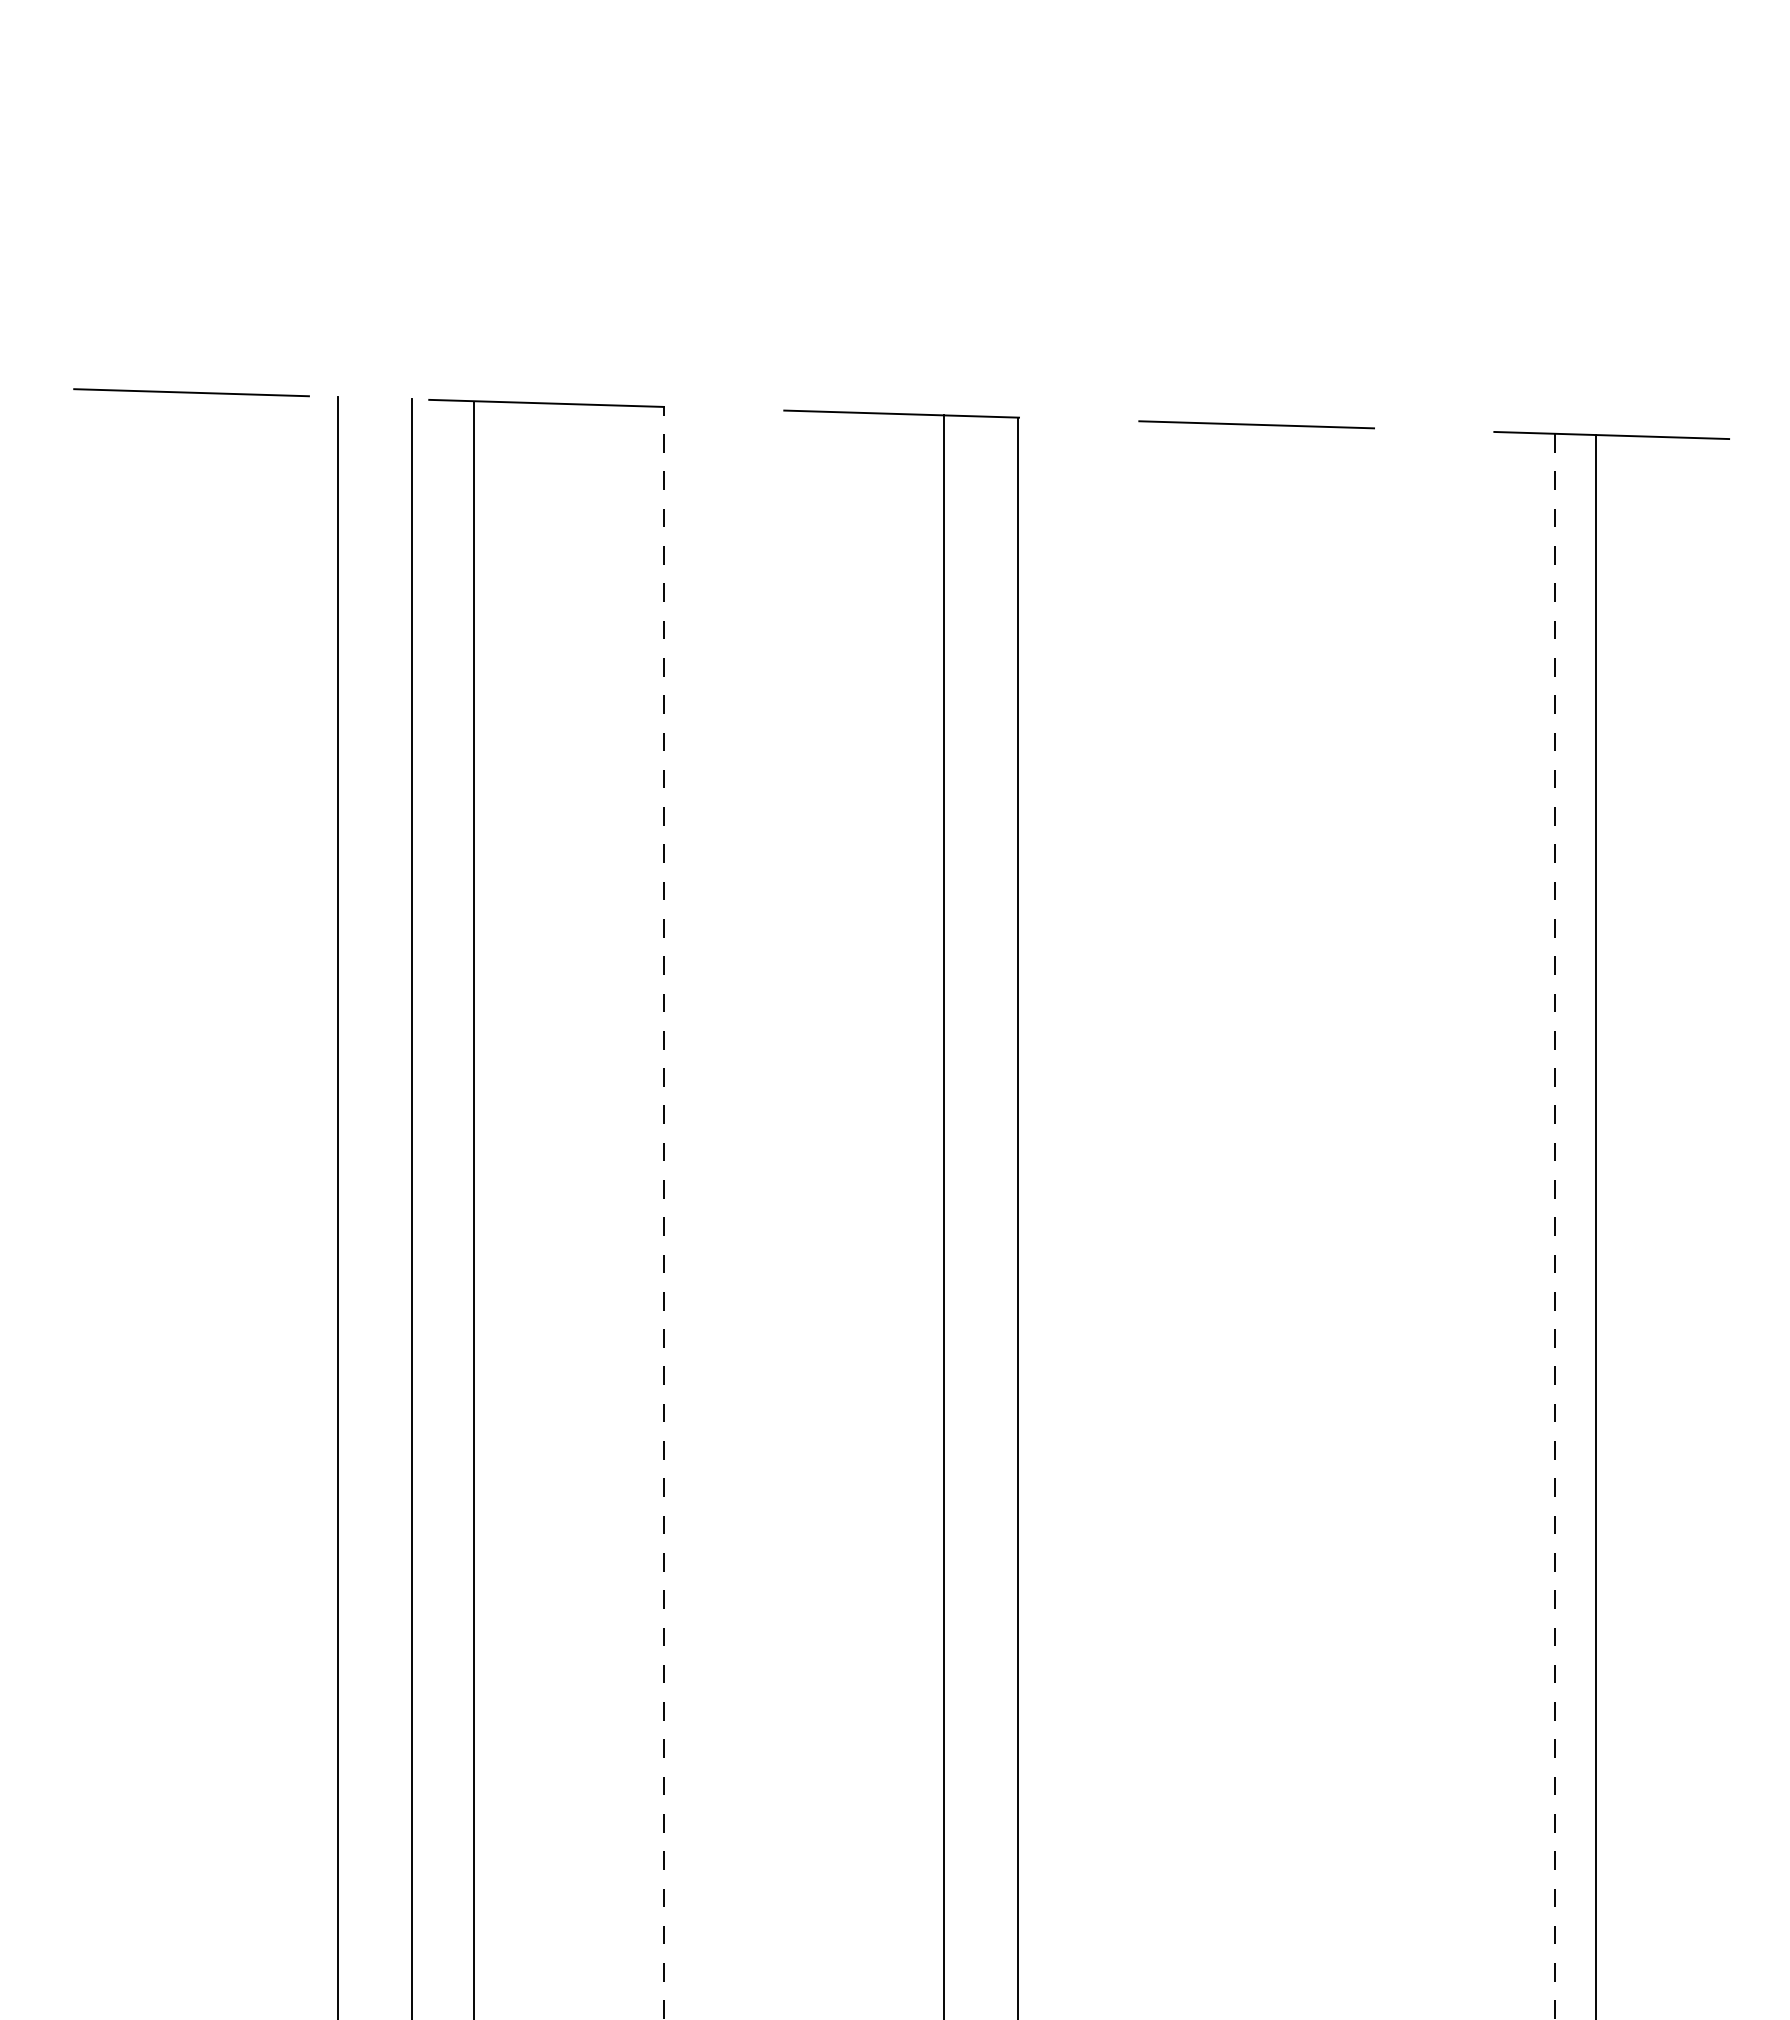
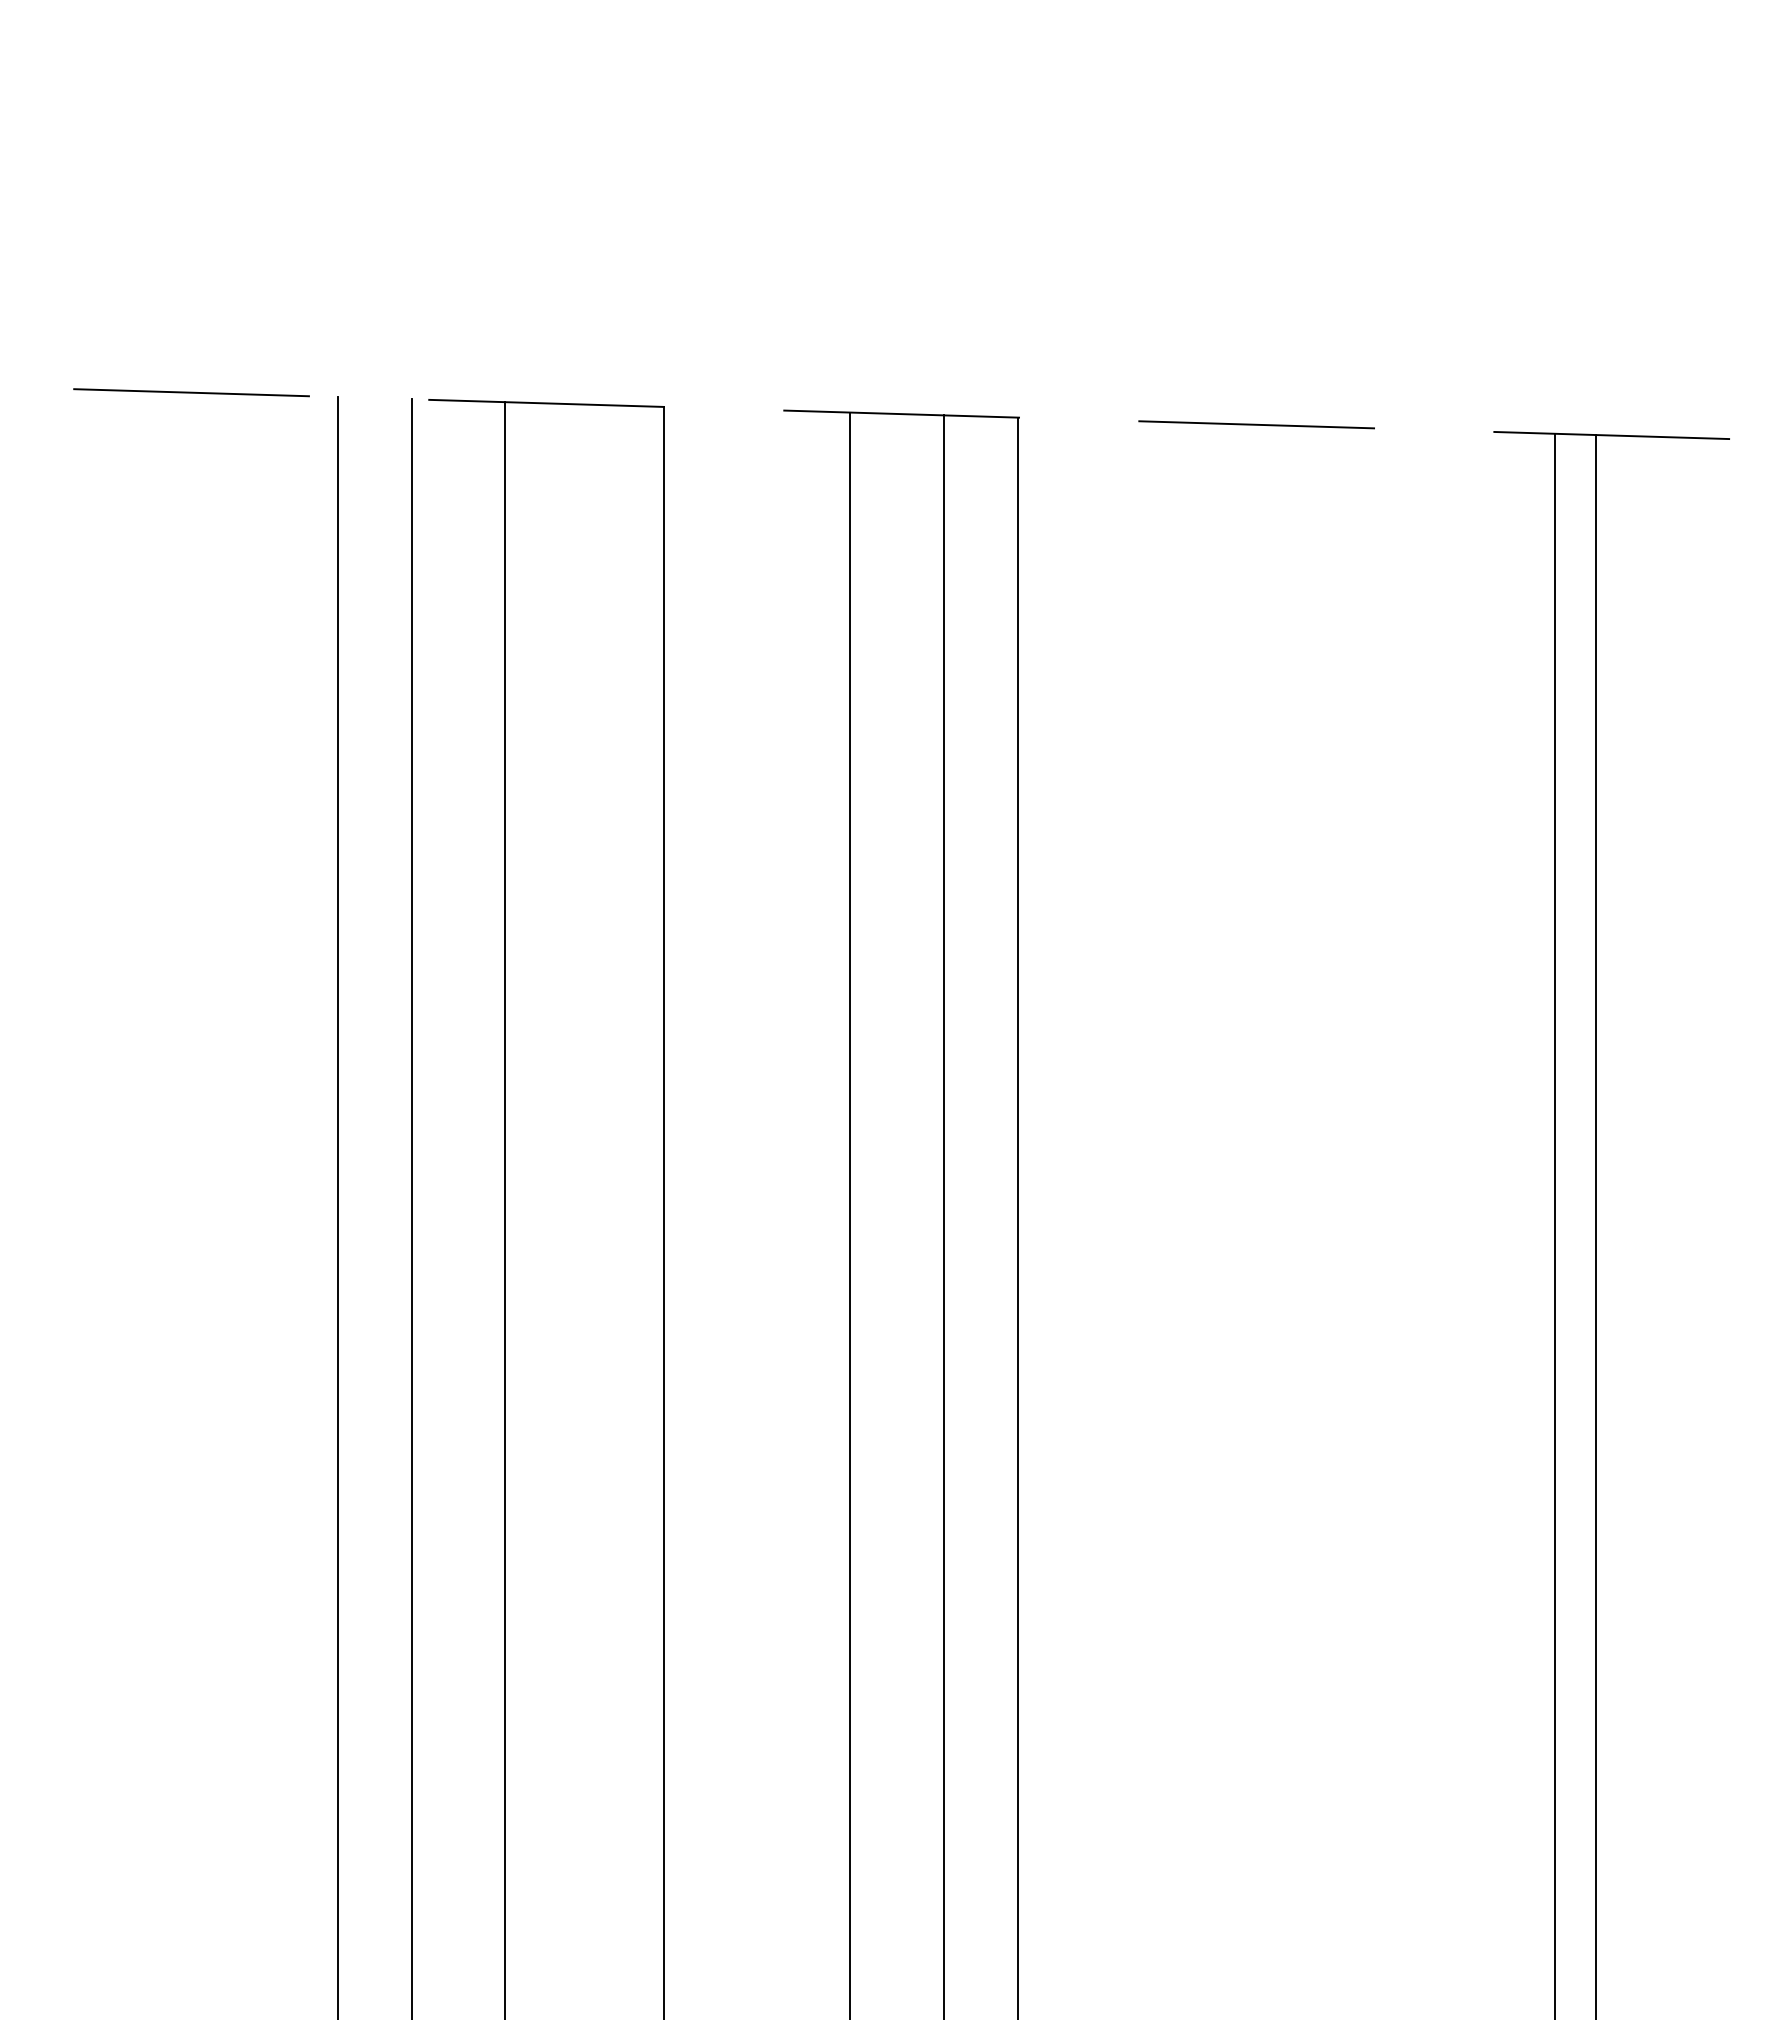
line at (474, 1209) position: (474, 1209) -> (505, 1209)
line at (663, 1212): dashed -> solid
line at (850, 1214): none -> present
line at (1555, 1226): dashed -> solid
